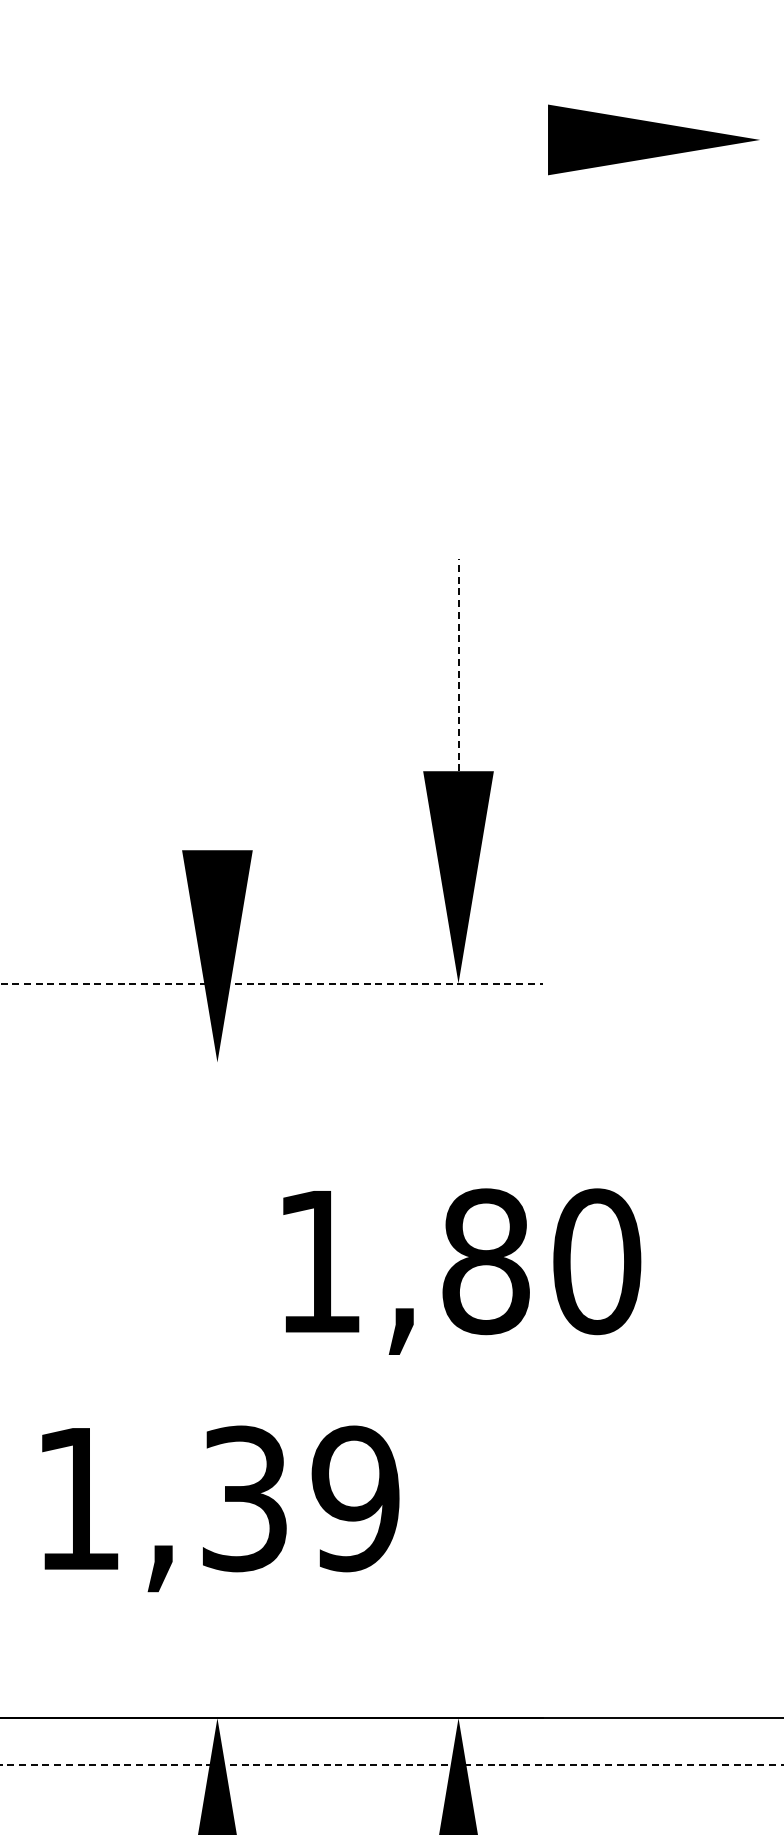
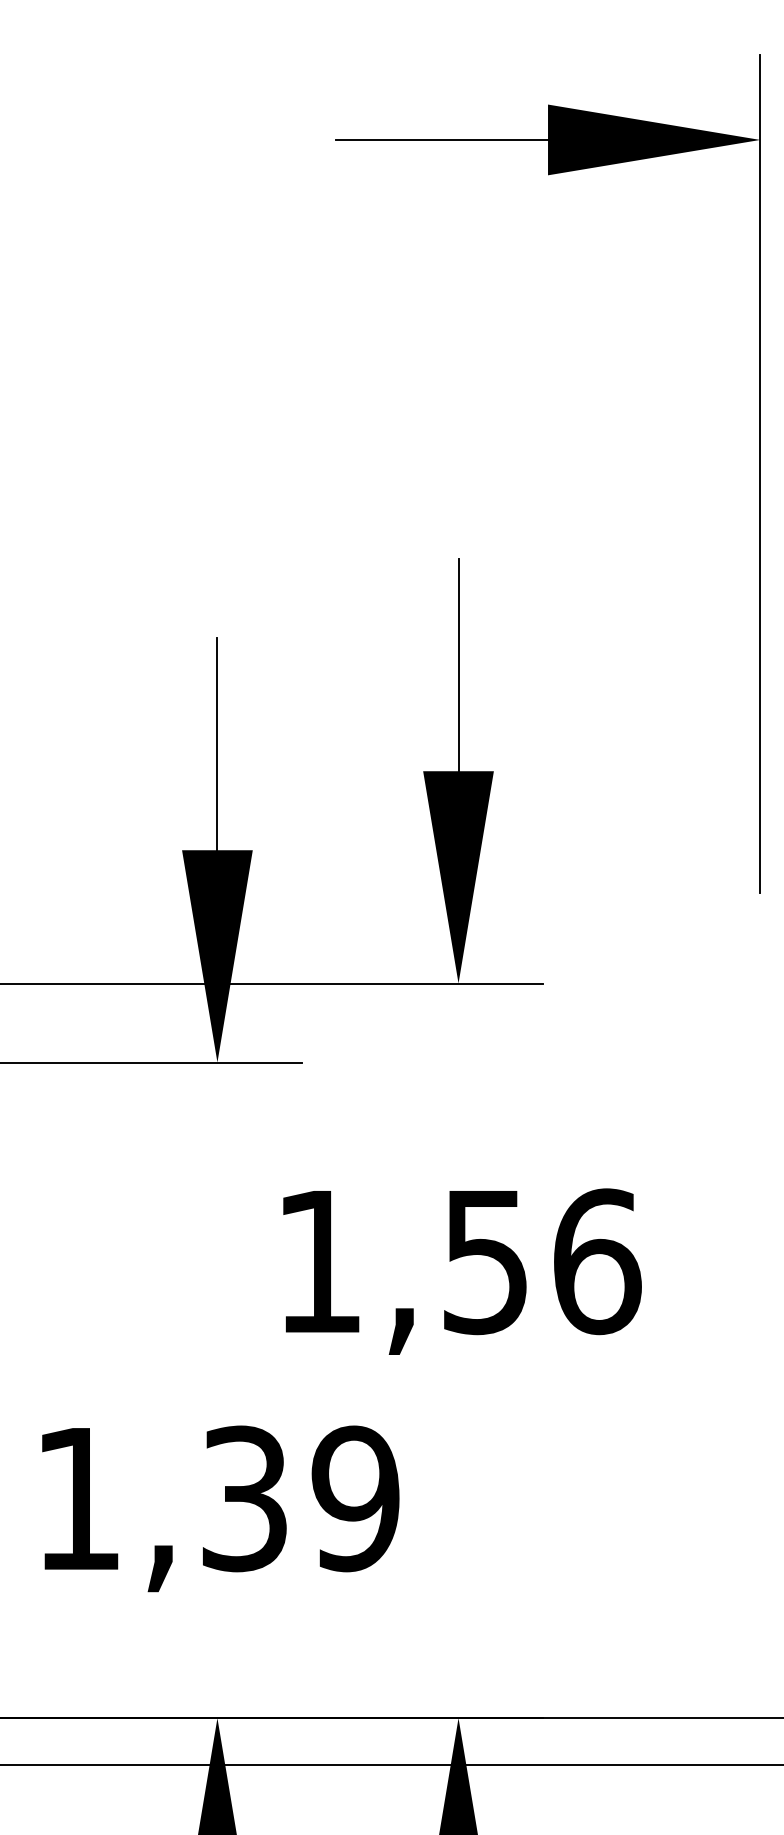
line at (441, 139): none -> present
line at (760, 473): none -> present
line at (458, 664): dashed -> solid
line at (217, 743): none -> present
line at (271, 983): dashed -> solid
line at (152, 1062): none -> present
text at (541, 1261): 1,80 -> 1,56
line at (392, 1765): dashed -> solid
